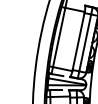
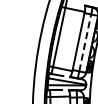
line at (85, 42): solid -> dashed
